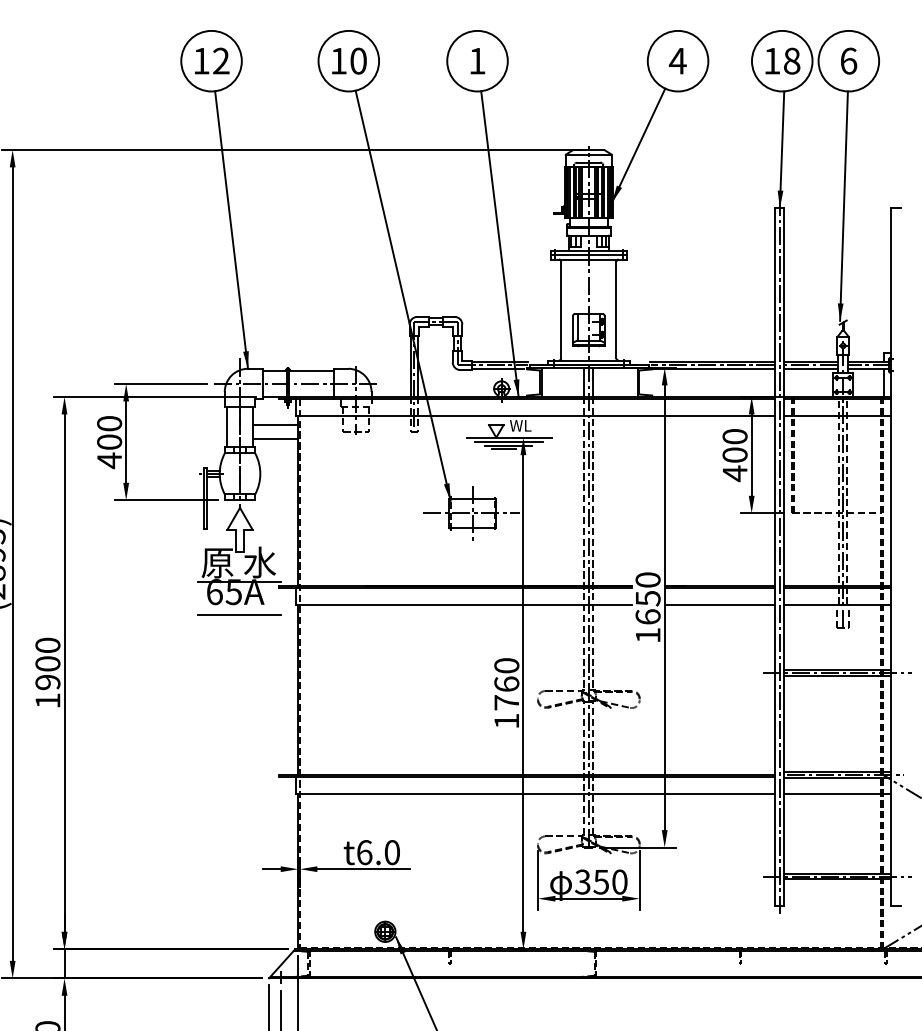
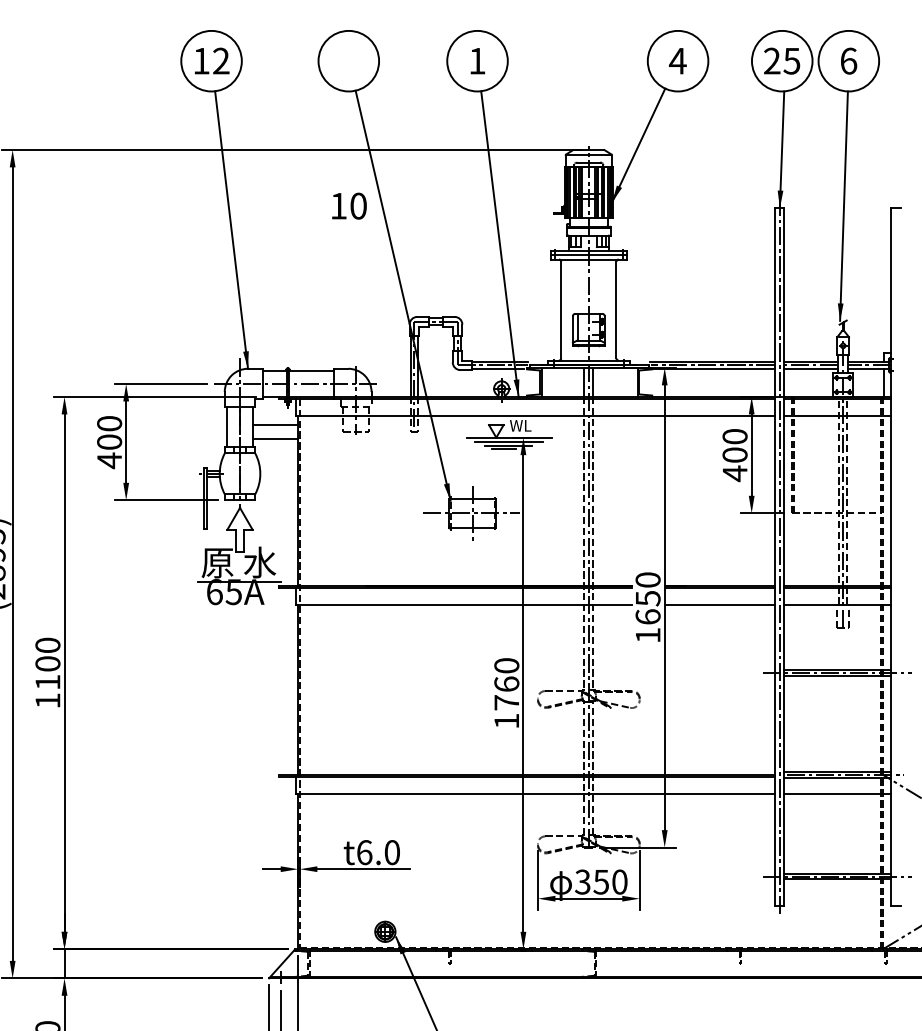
text at (349, 60) position: (349, 60) -> (349, 205)
text at (782, 60): 18 -> 25
line at (239, 615): present -> none
text at (47, 682): 1900 -> 1100
